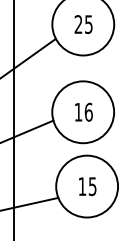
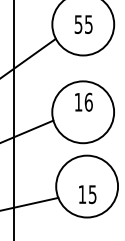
text at (78, 24): 25 -> 55
text at (83, 111) position: (83, 111) -> (83, 101)
text at (87, 186) position: (87, 186) -> (87, 194)
